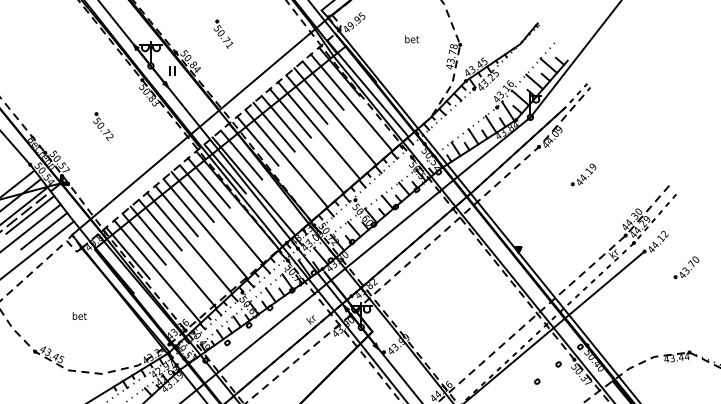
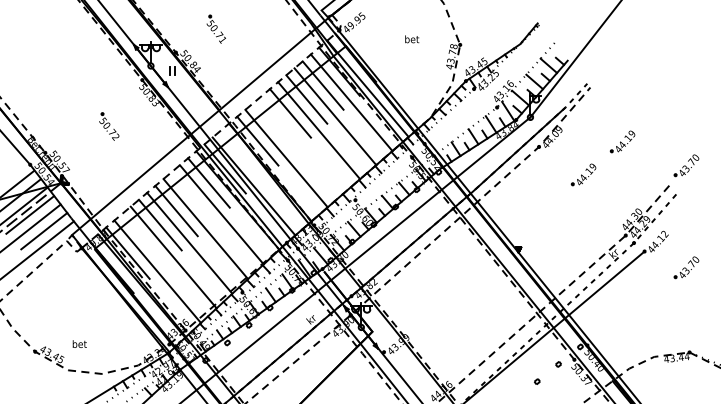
part at (222, 33) position: (222, 33) -> (215, 28)
part at (103, 126) position: (103, 126) -> (109, 126)
line at (273, 126): present -> none
part at (622, 141): none -> present
line at (302, 144): present -> none
line at (241, 154): present -> none
part at (686, 165): none -> present
line at (192, 196): present -> none
line at (143, 238): present -> none
text at (79, 315) position: (79, 315) -> (79, 343)
